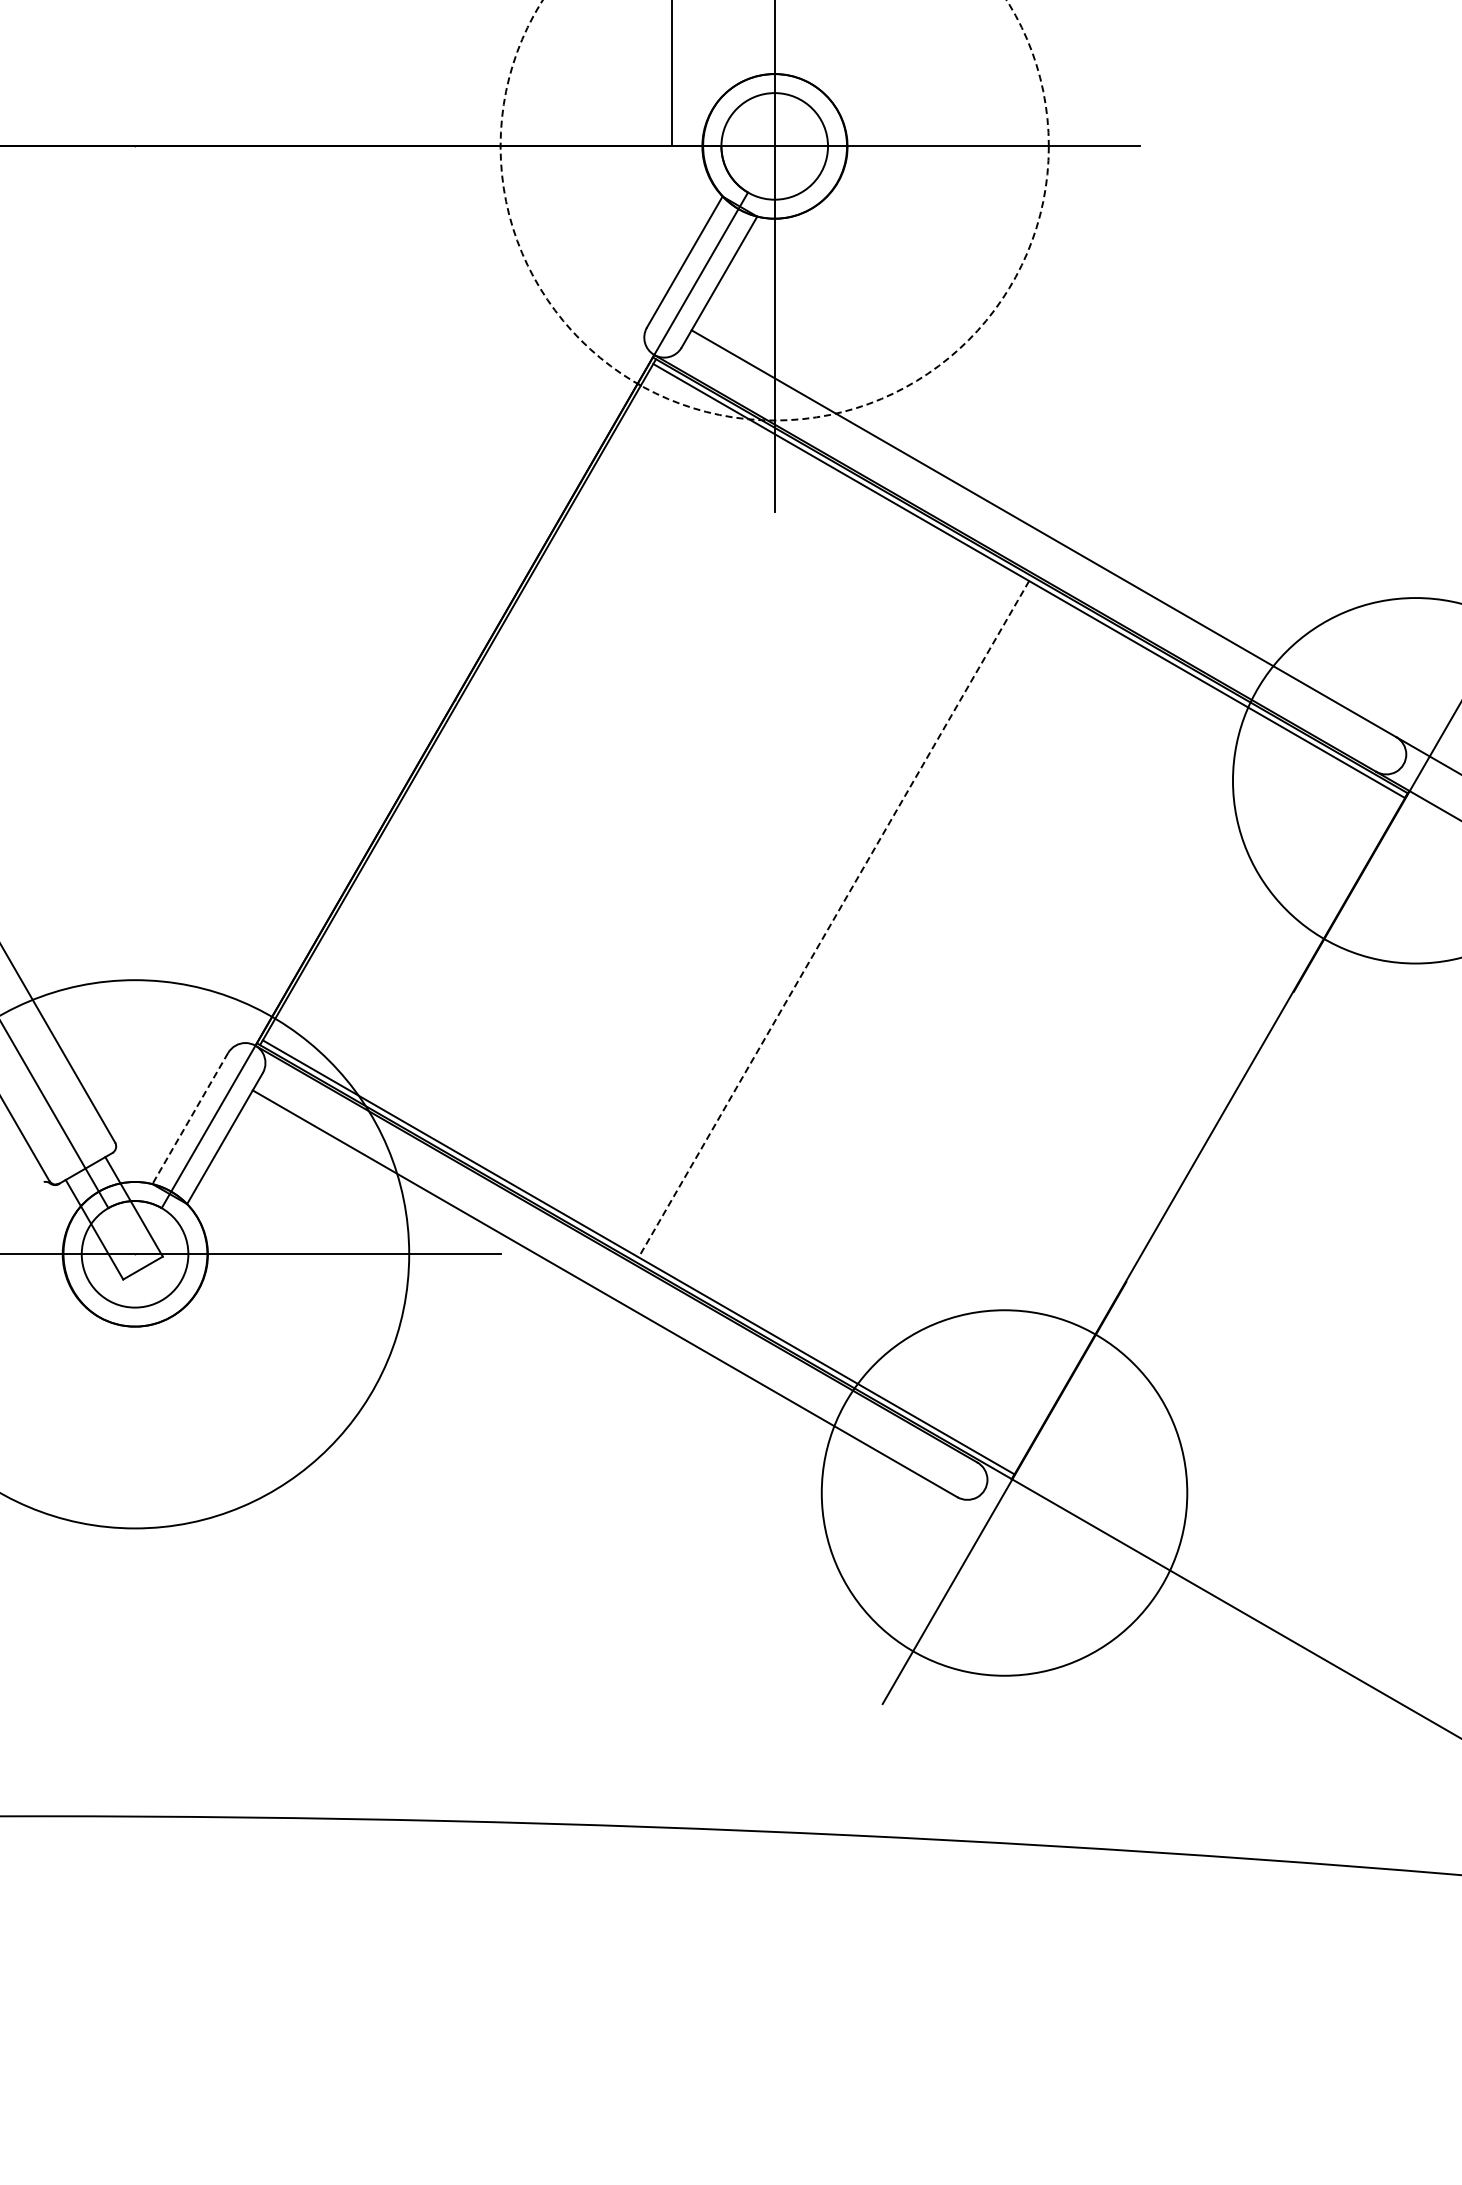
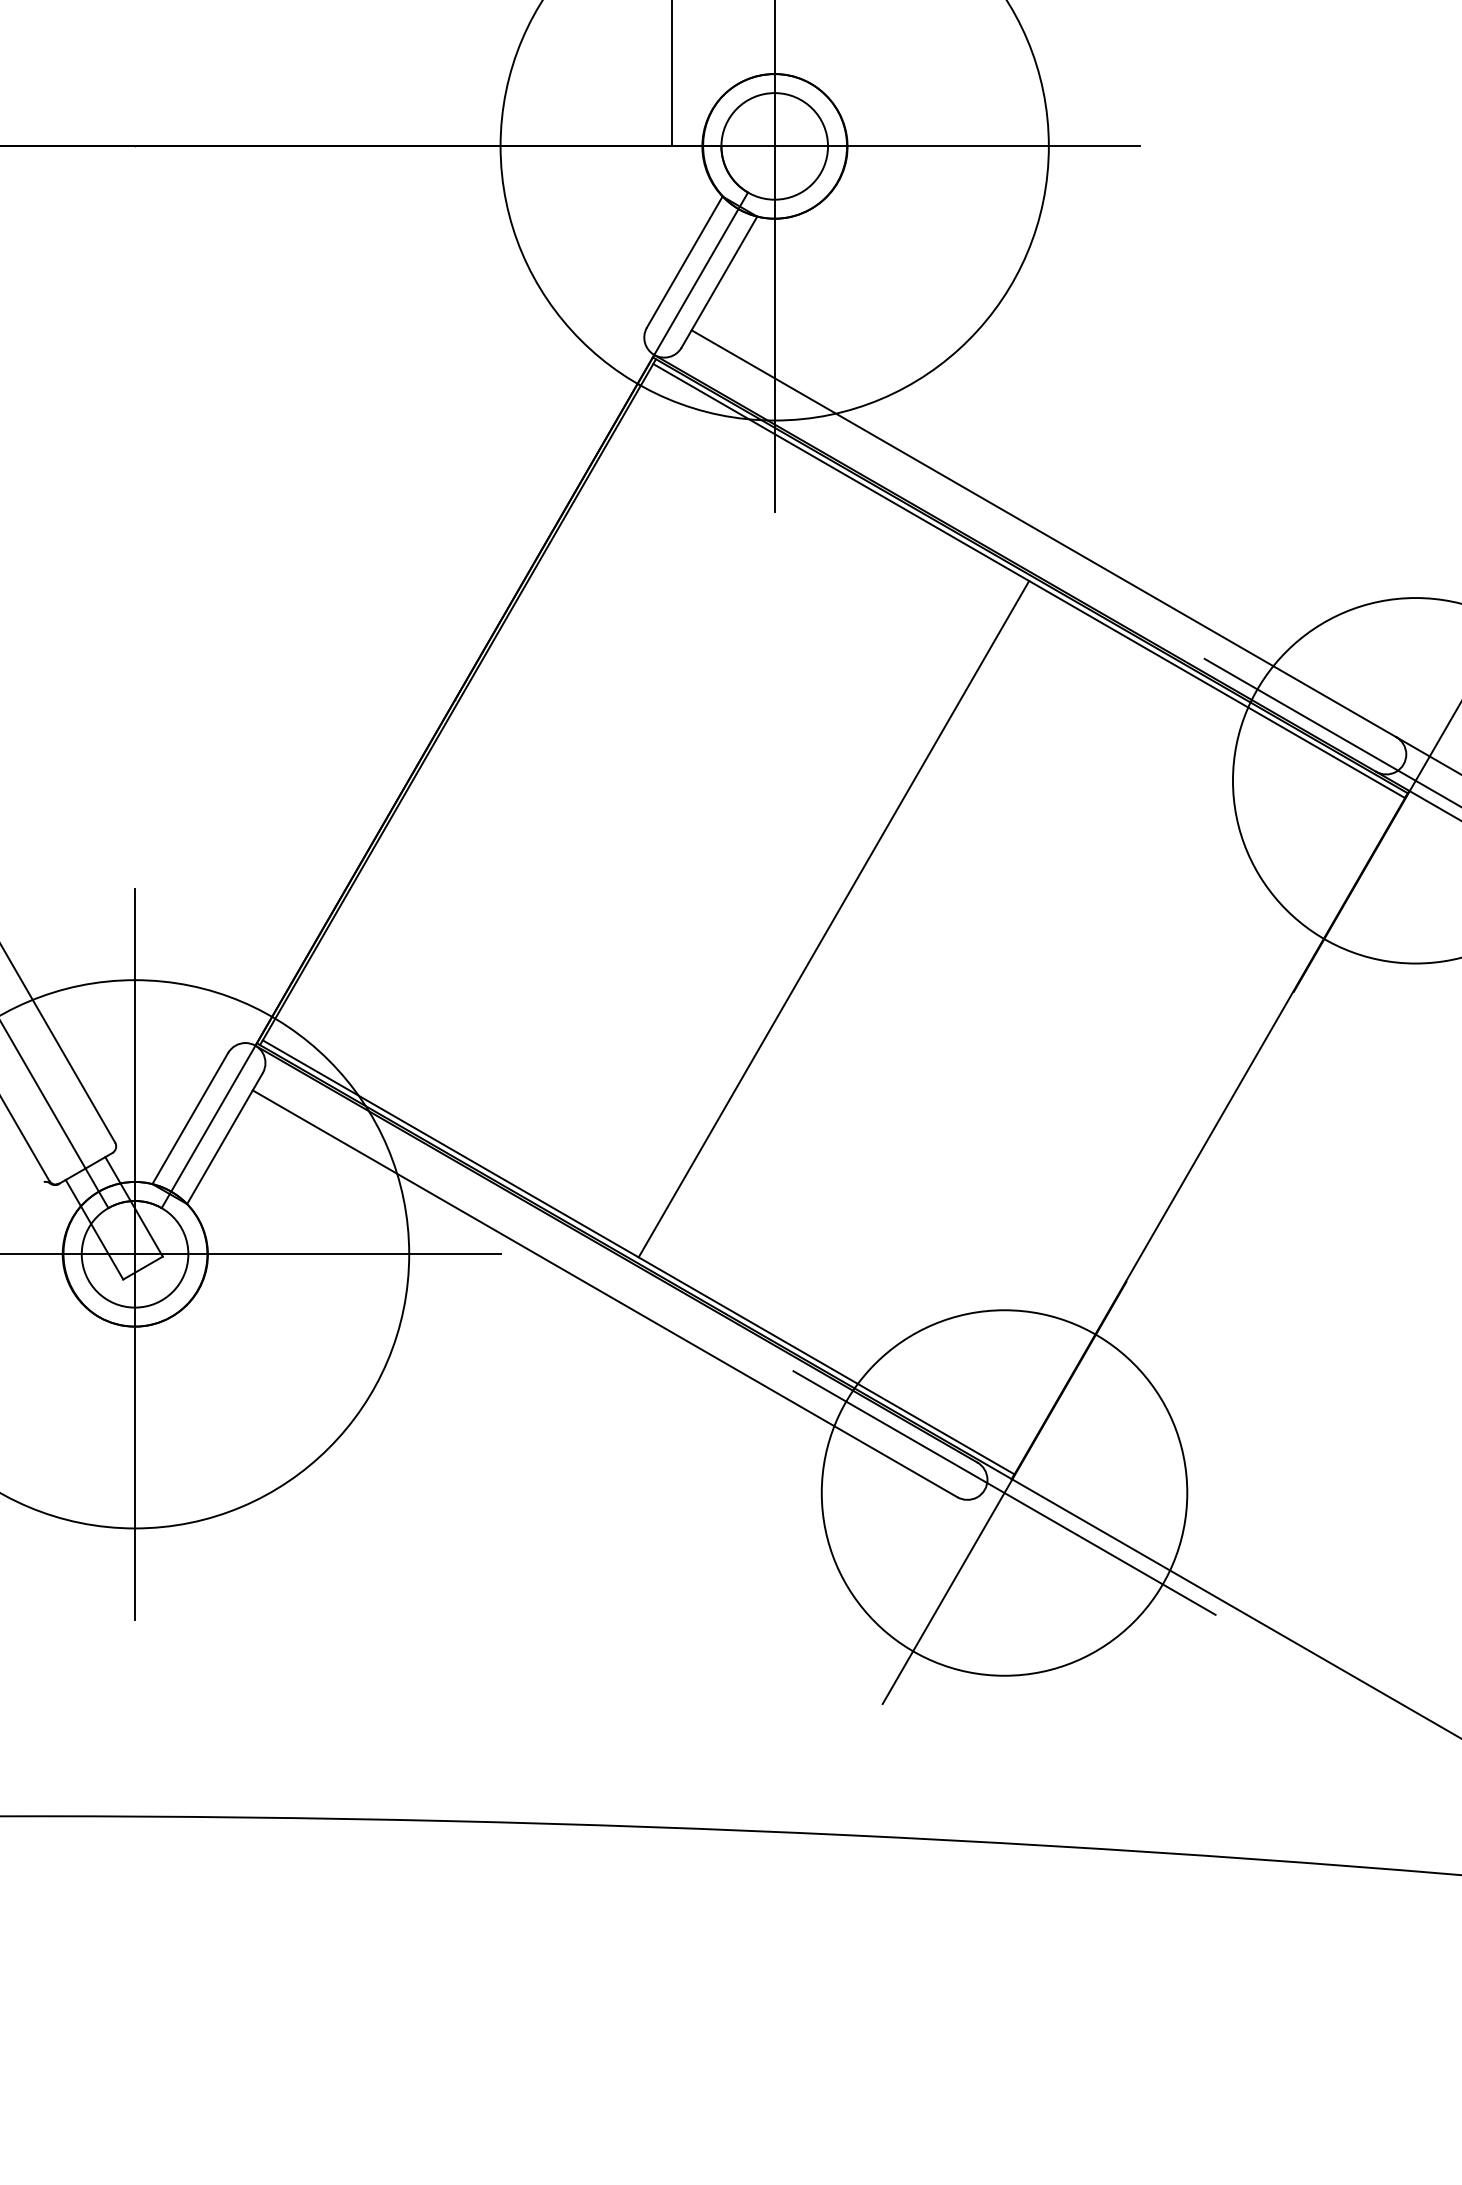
circle at (774, 210): dashed -> solid
line at (1331, 731): none -> present
line at (833, 919): dashed -> solid
line at (190, 1118): dashed -> solid
line at (135, 1253): none -> present
line at (1004, 1492): none -> present
